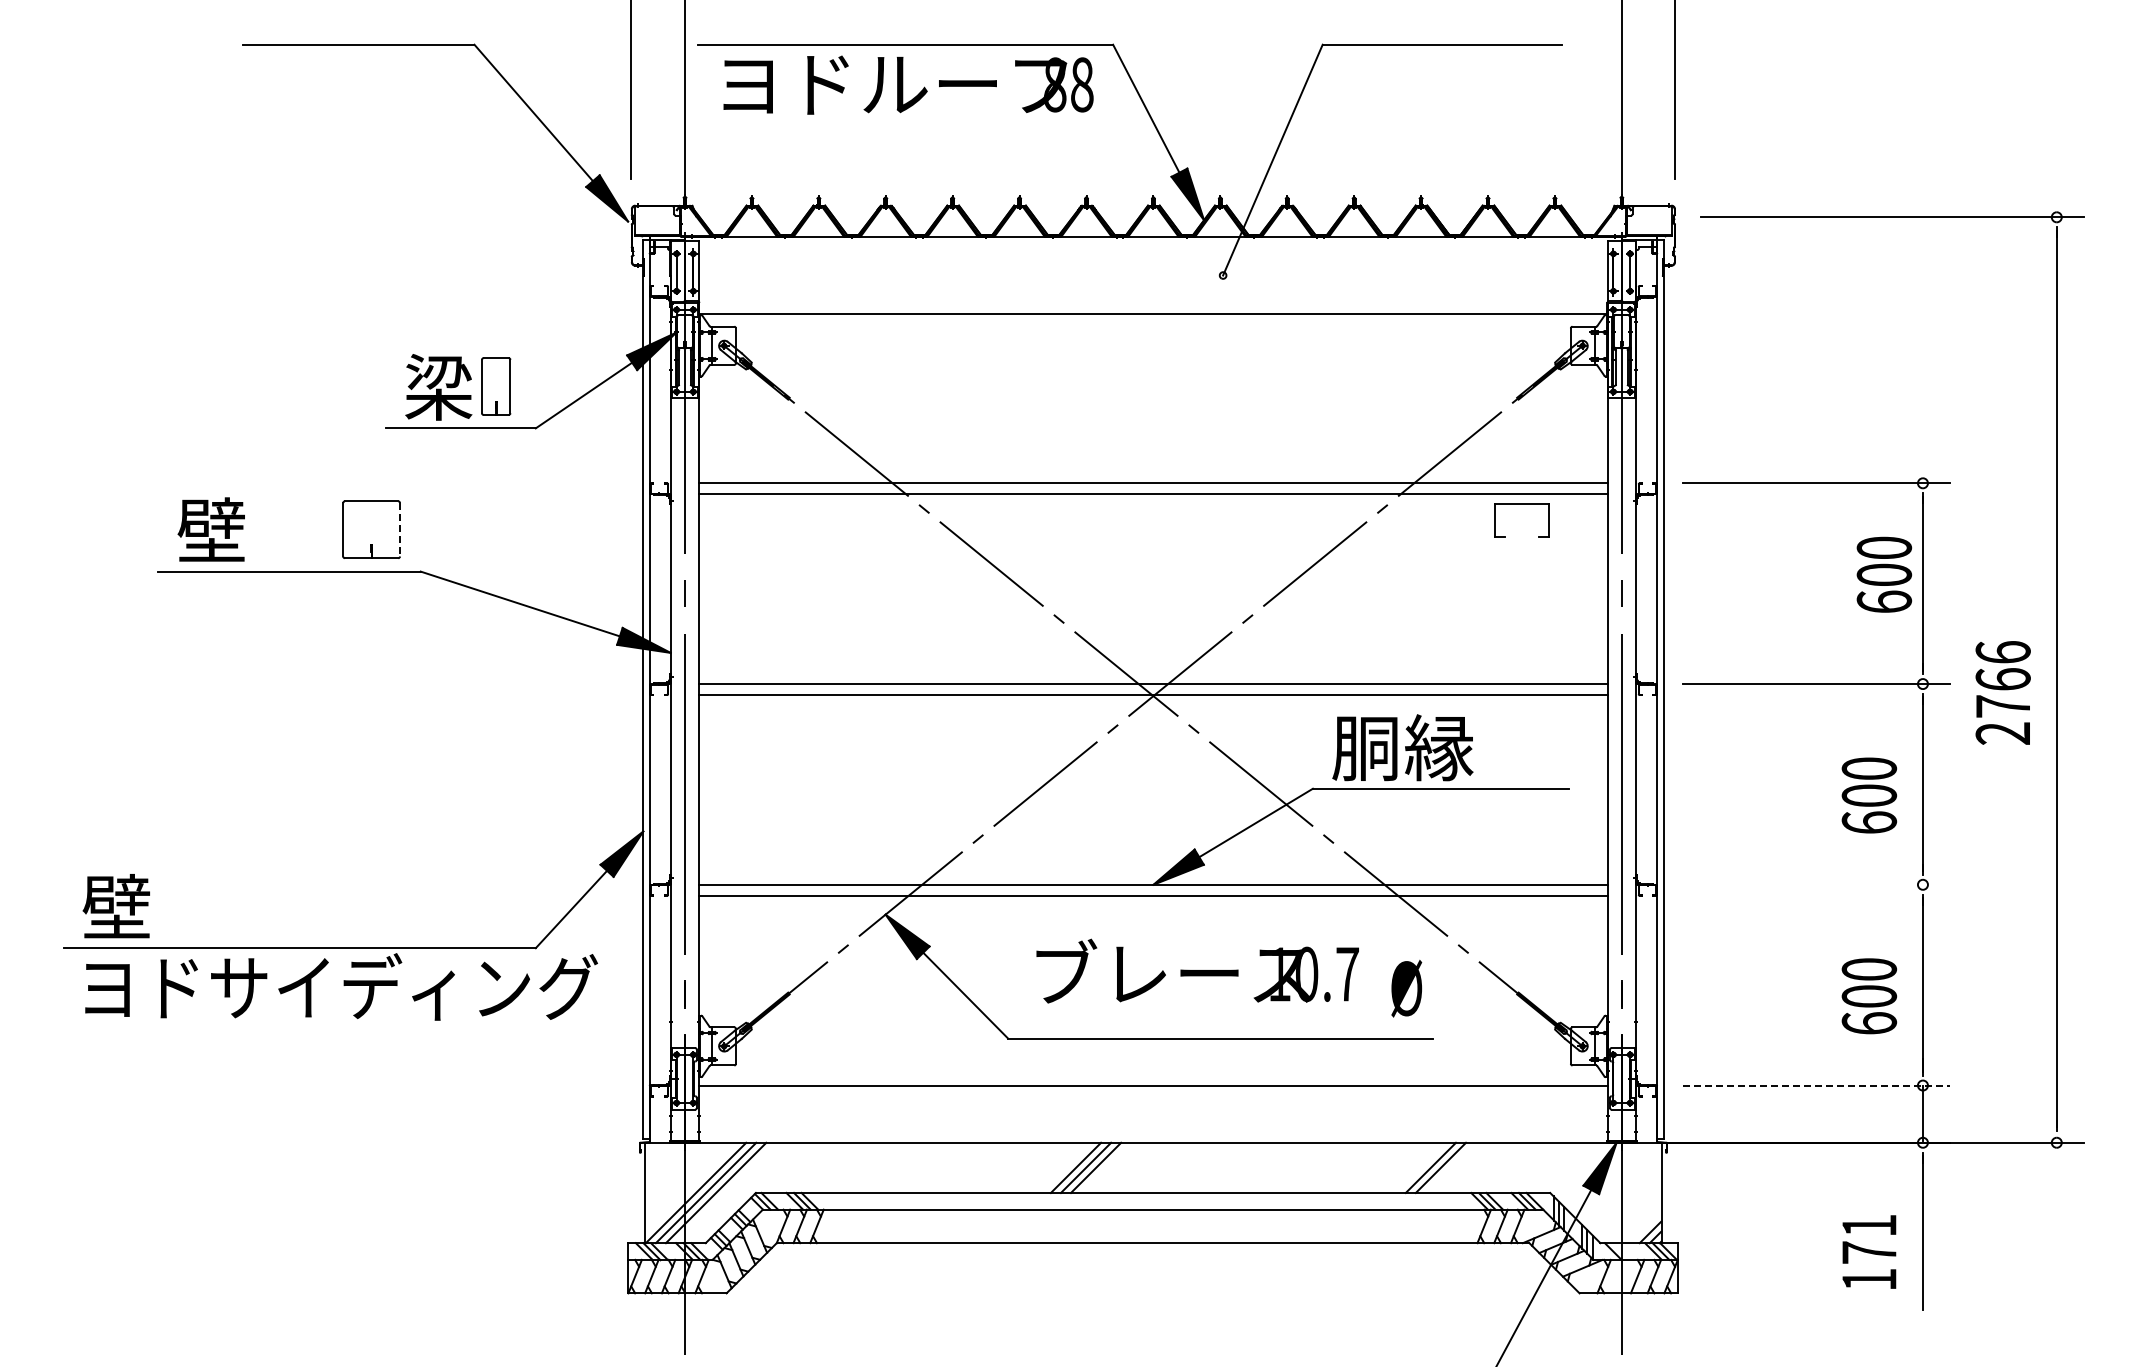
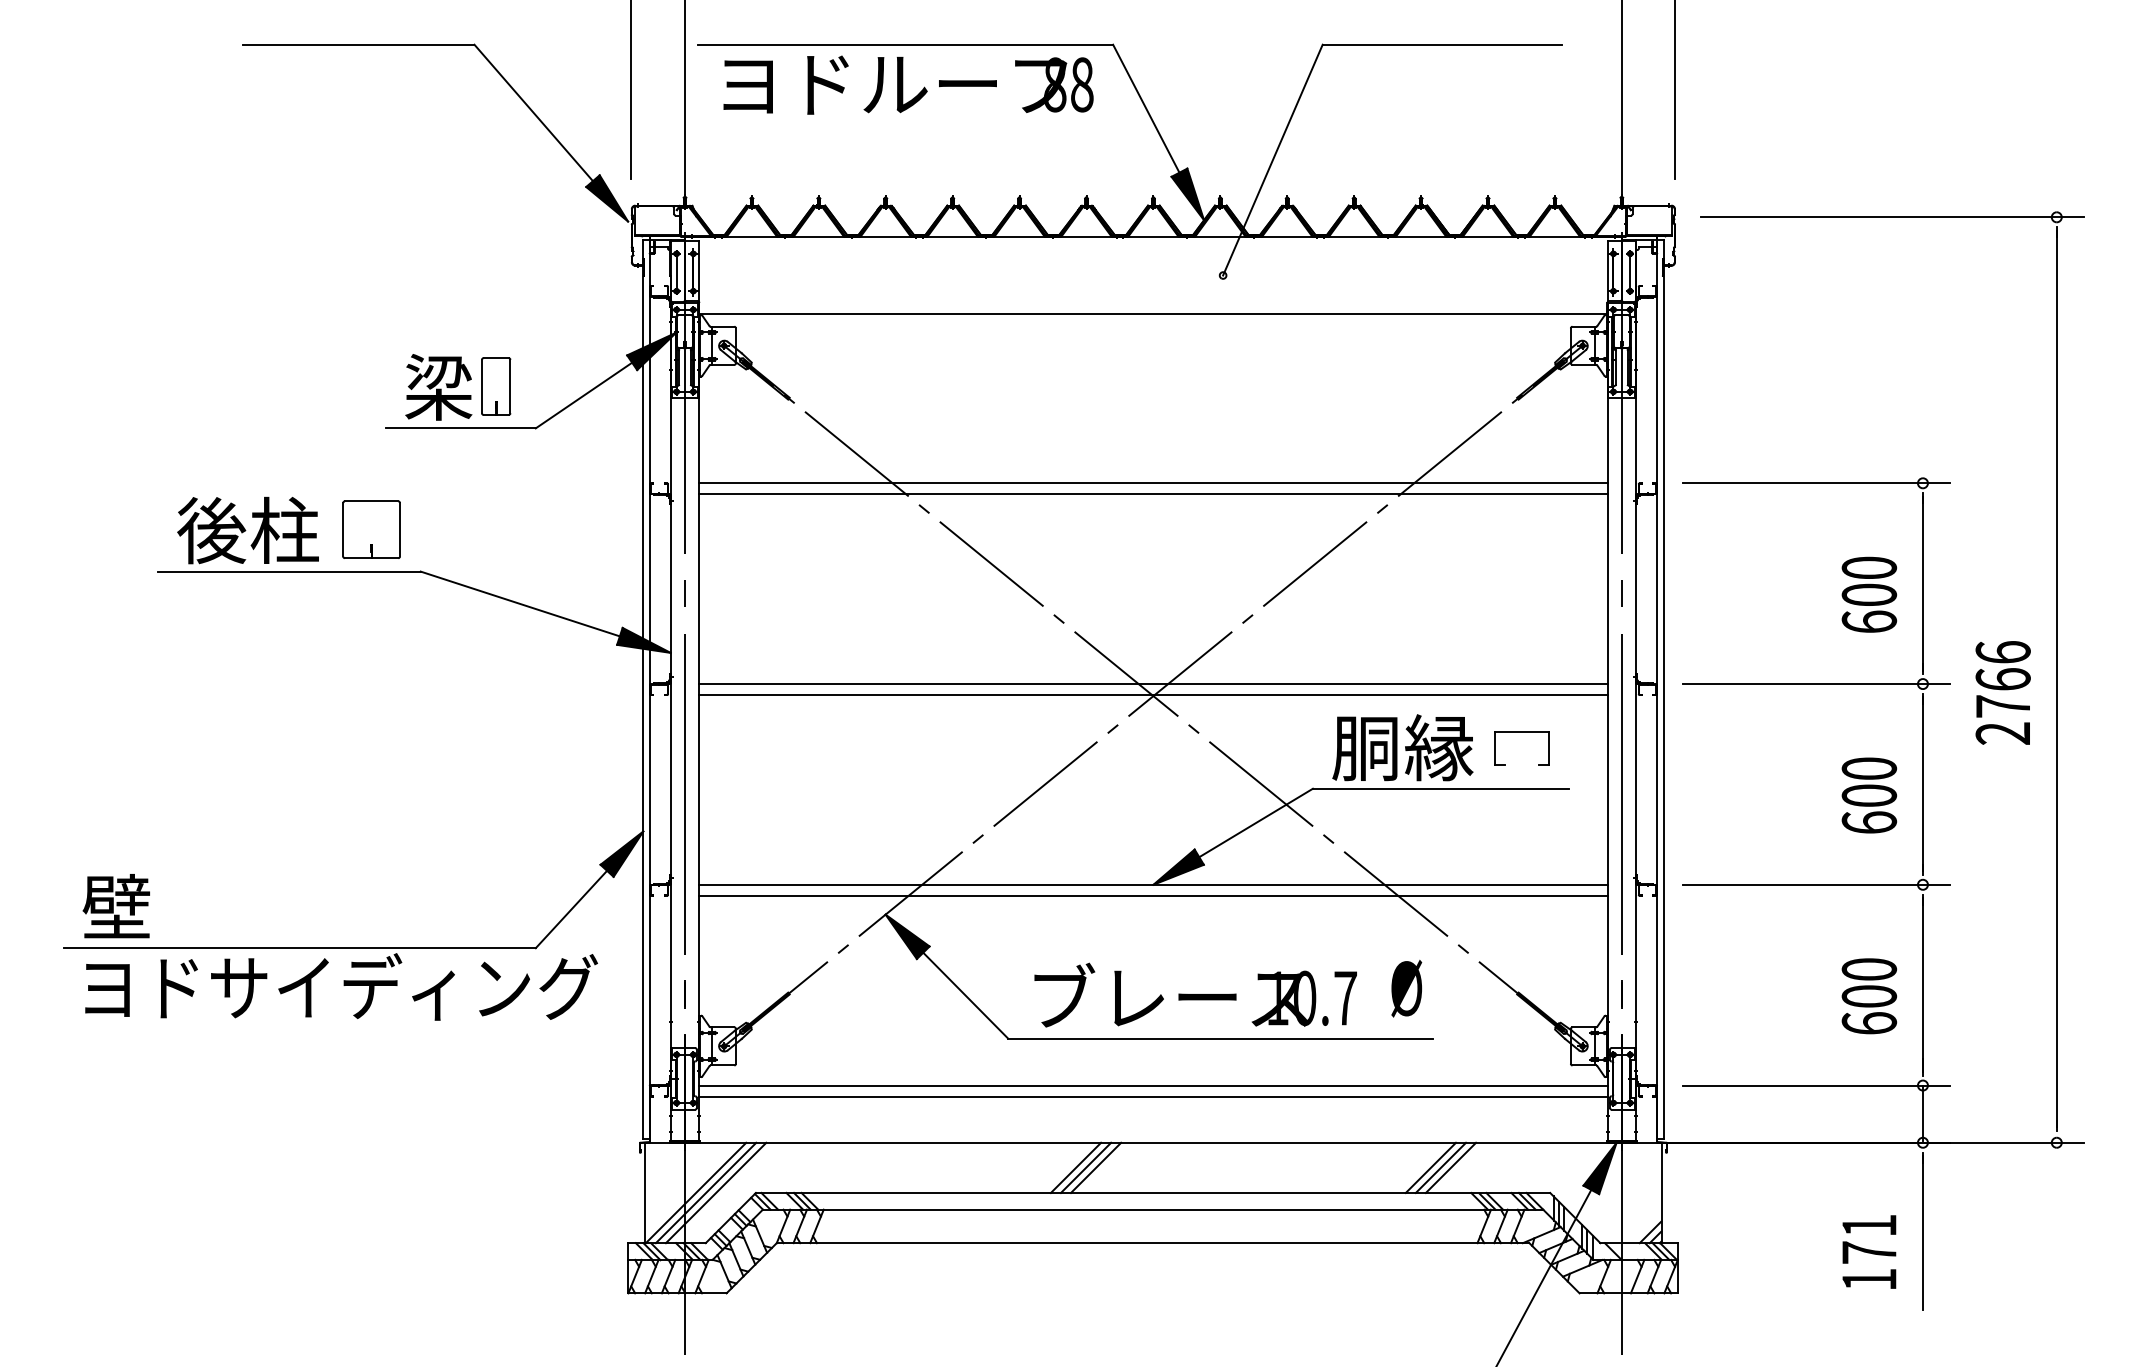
part at (1521, 504) position: (1521, 504) -> (1521, 732)
line at (400, 529): dashed -> solid
text at (247, 530): 壁 -> 後柱
text at (1884, 574) position: (1884, 574) -> (1869, 594)
line at (1815, 884): none -> present
text at (1197, 970) position: (1197, 970) -> (1195, 994)
line at (1816, 1085): dashed -> solid
line at (1153, 1096): none -> present
line at (1450, 1167): none -> present
